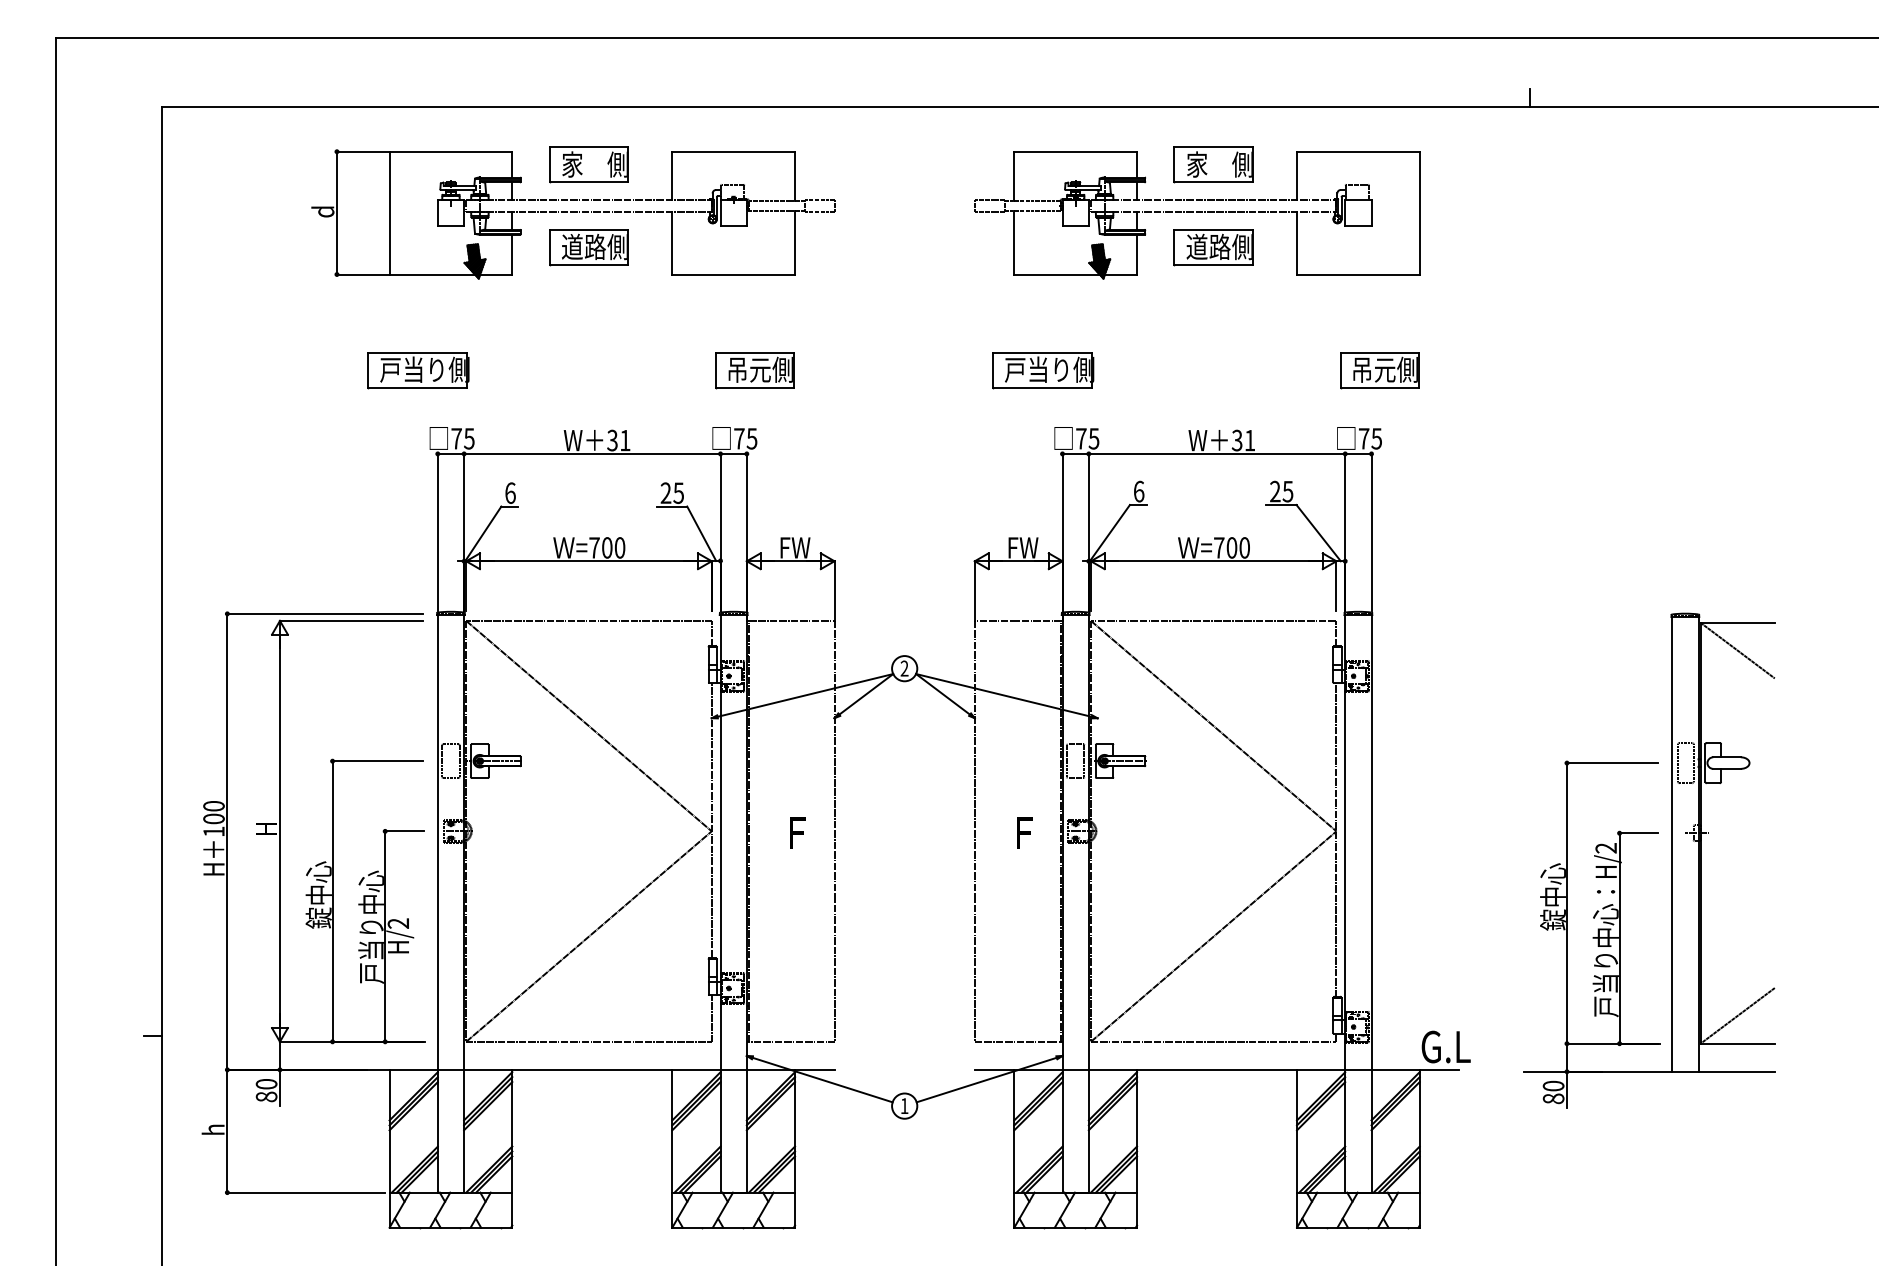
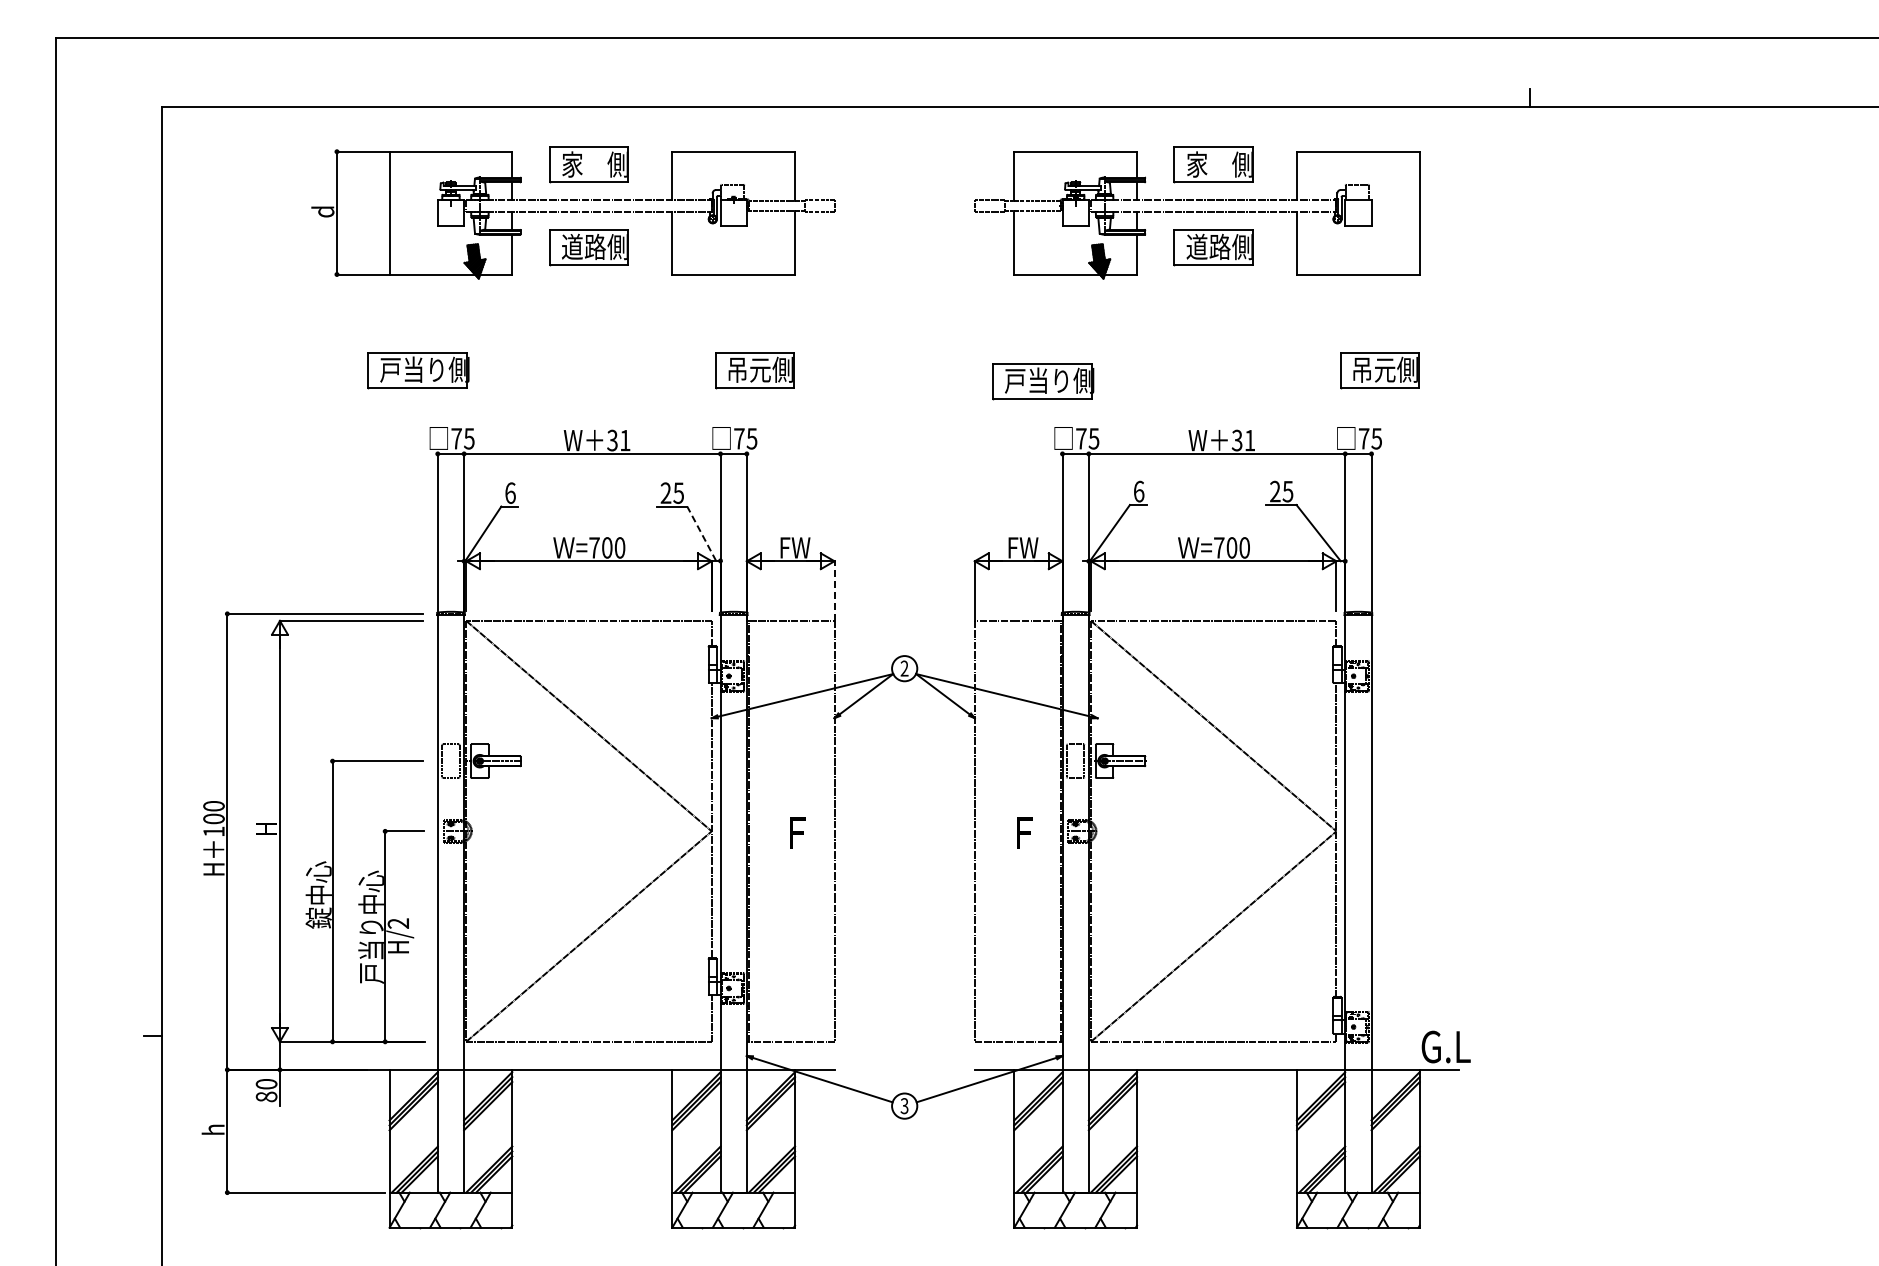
part at (1043, 370) position: (1043, 370) -> (1043, 381)
line at (701, 533): solid -> dashed
line at (834, 590): solid -> dashed
part at (1671, 860): present -> none
text at (904, 1106): 1 -> 3
